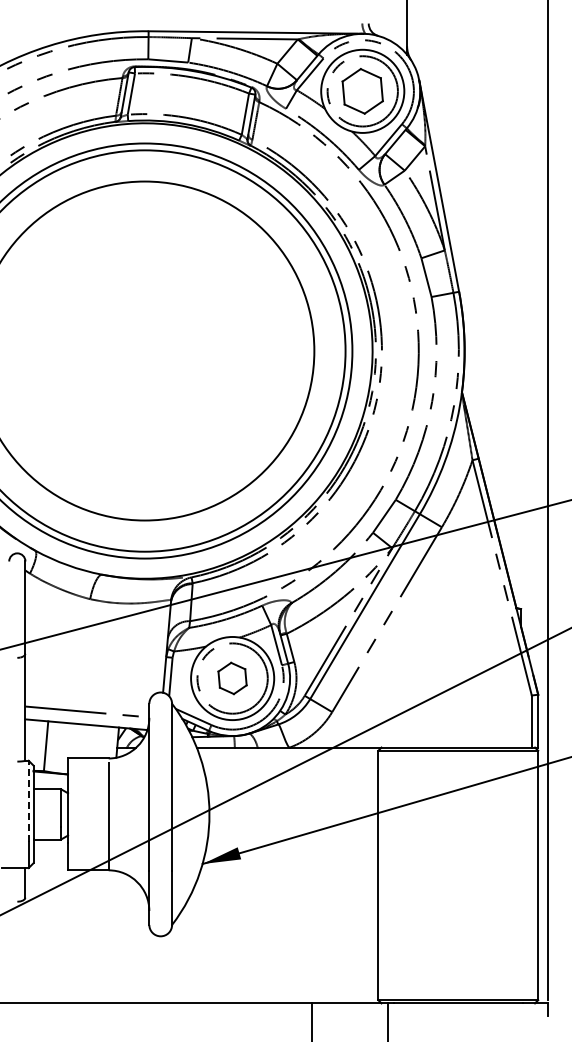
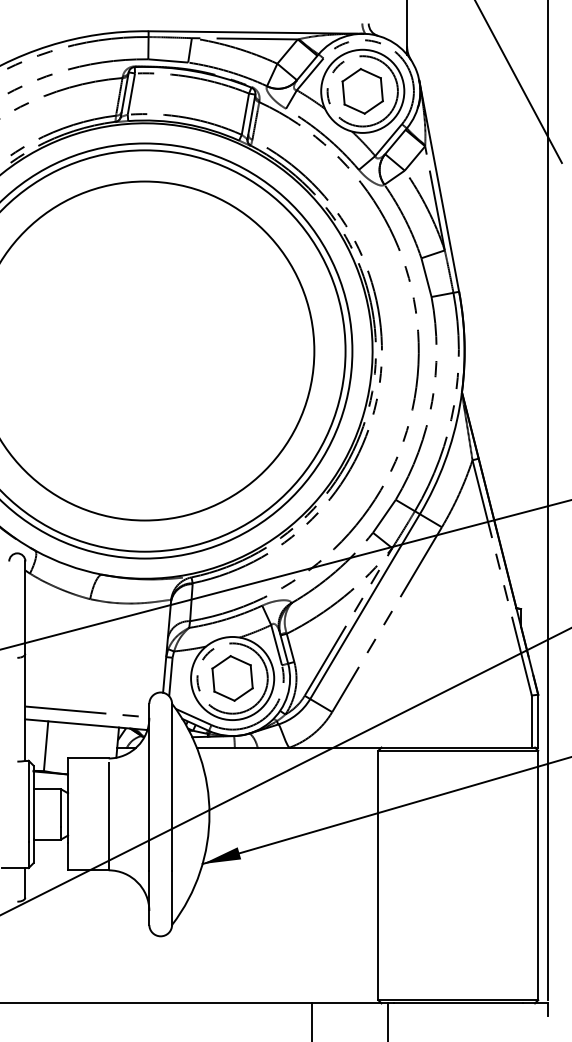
line at (518, 82): none -> present
part at (232, 678) size: 31x35 px -> 43x47 px
line at (28, 801): dashed -> solid
